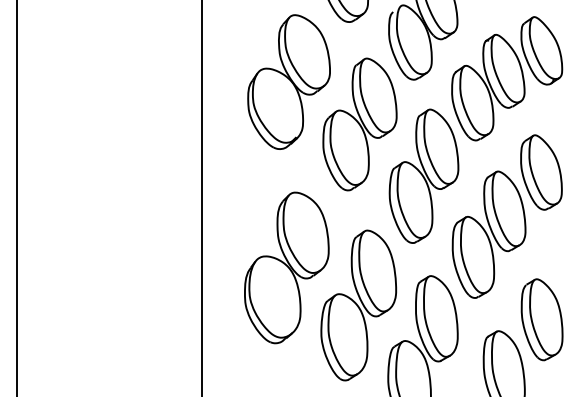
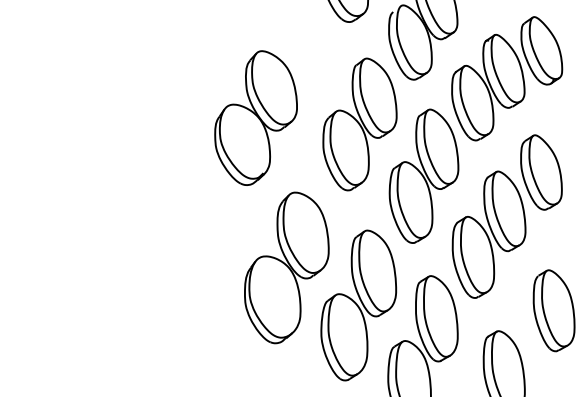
part at (288, 81) position: (288, 81) -> (255, 117)
line at (17, 197): present -> none
line at (201, 197): present -> none
part at (541, 319) position: (541, 319) -> (553, 310)
